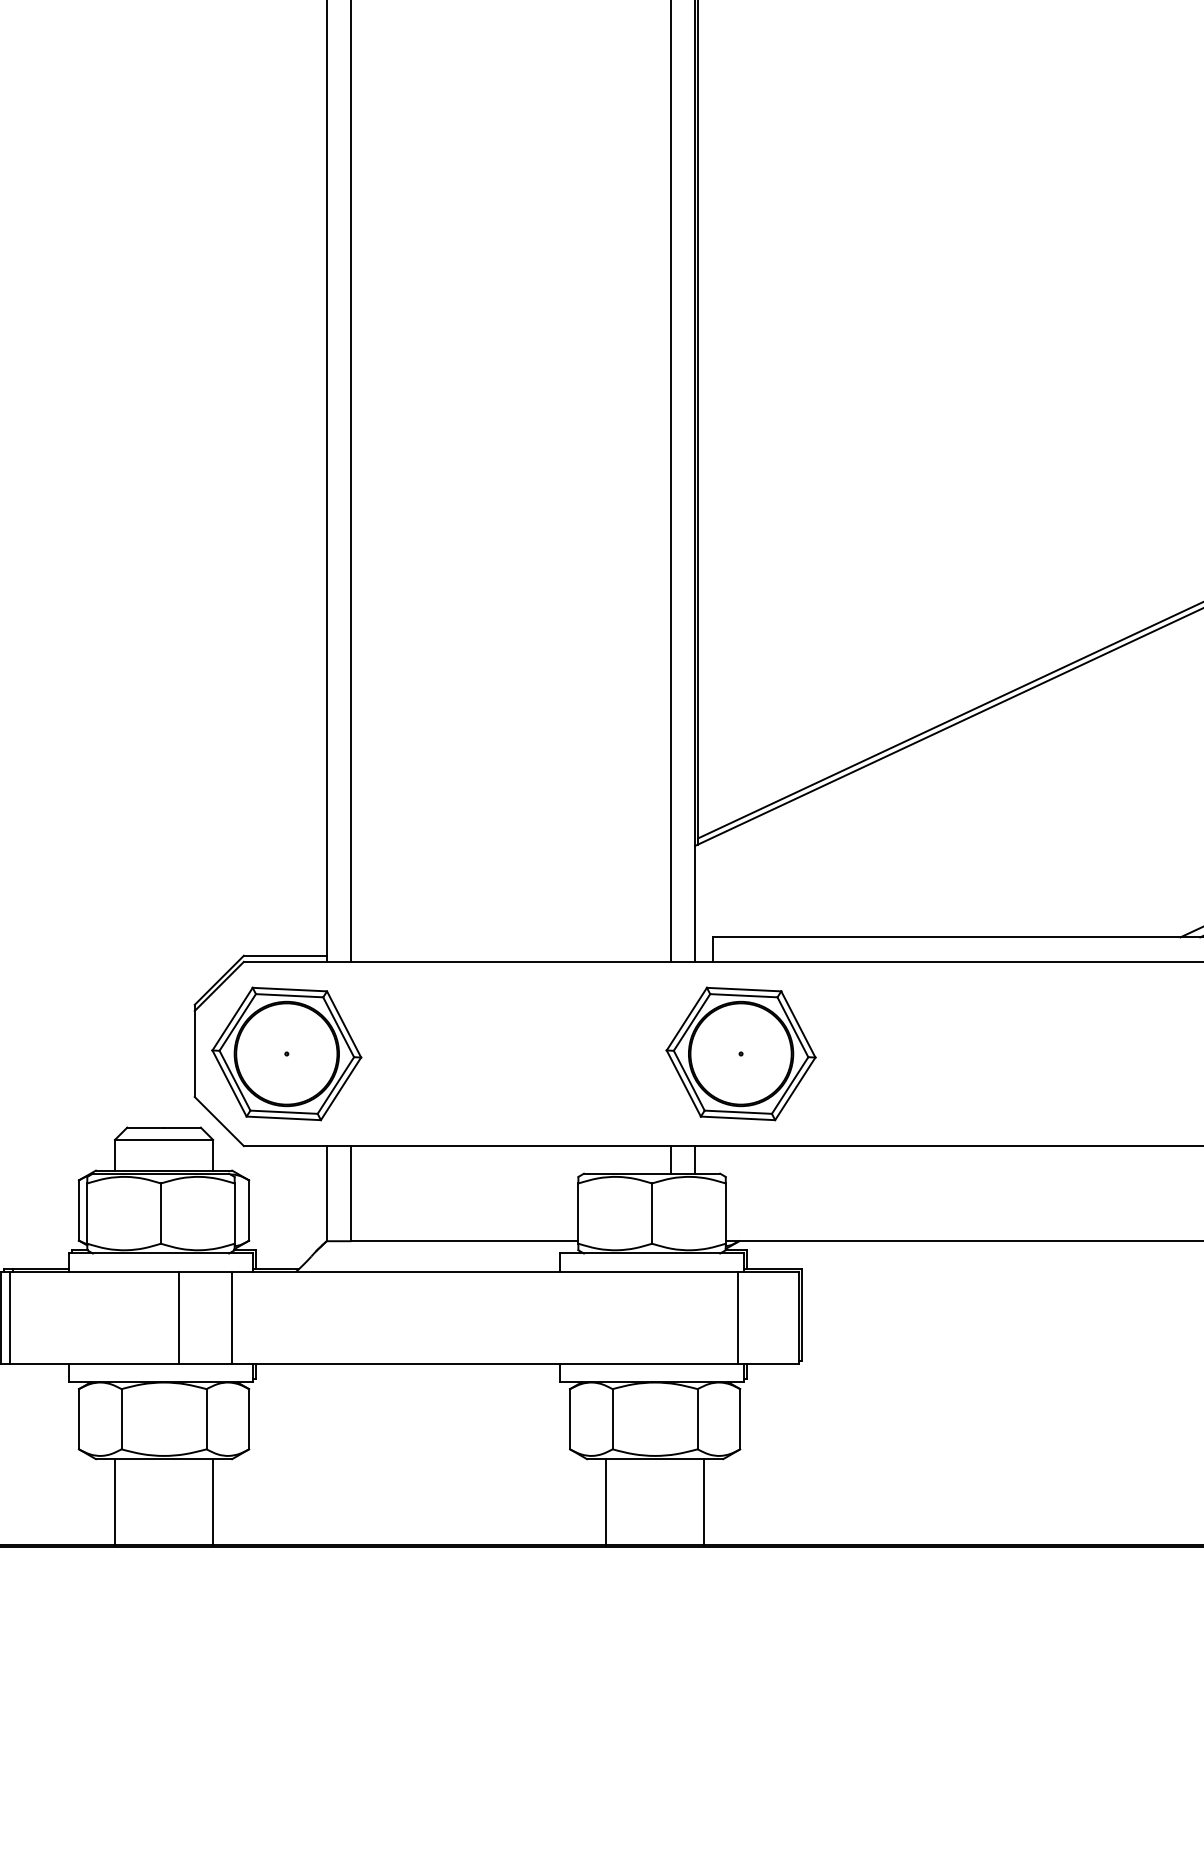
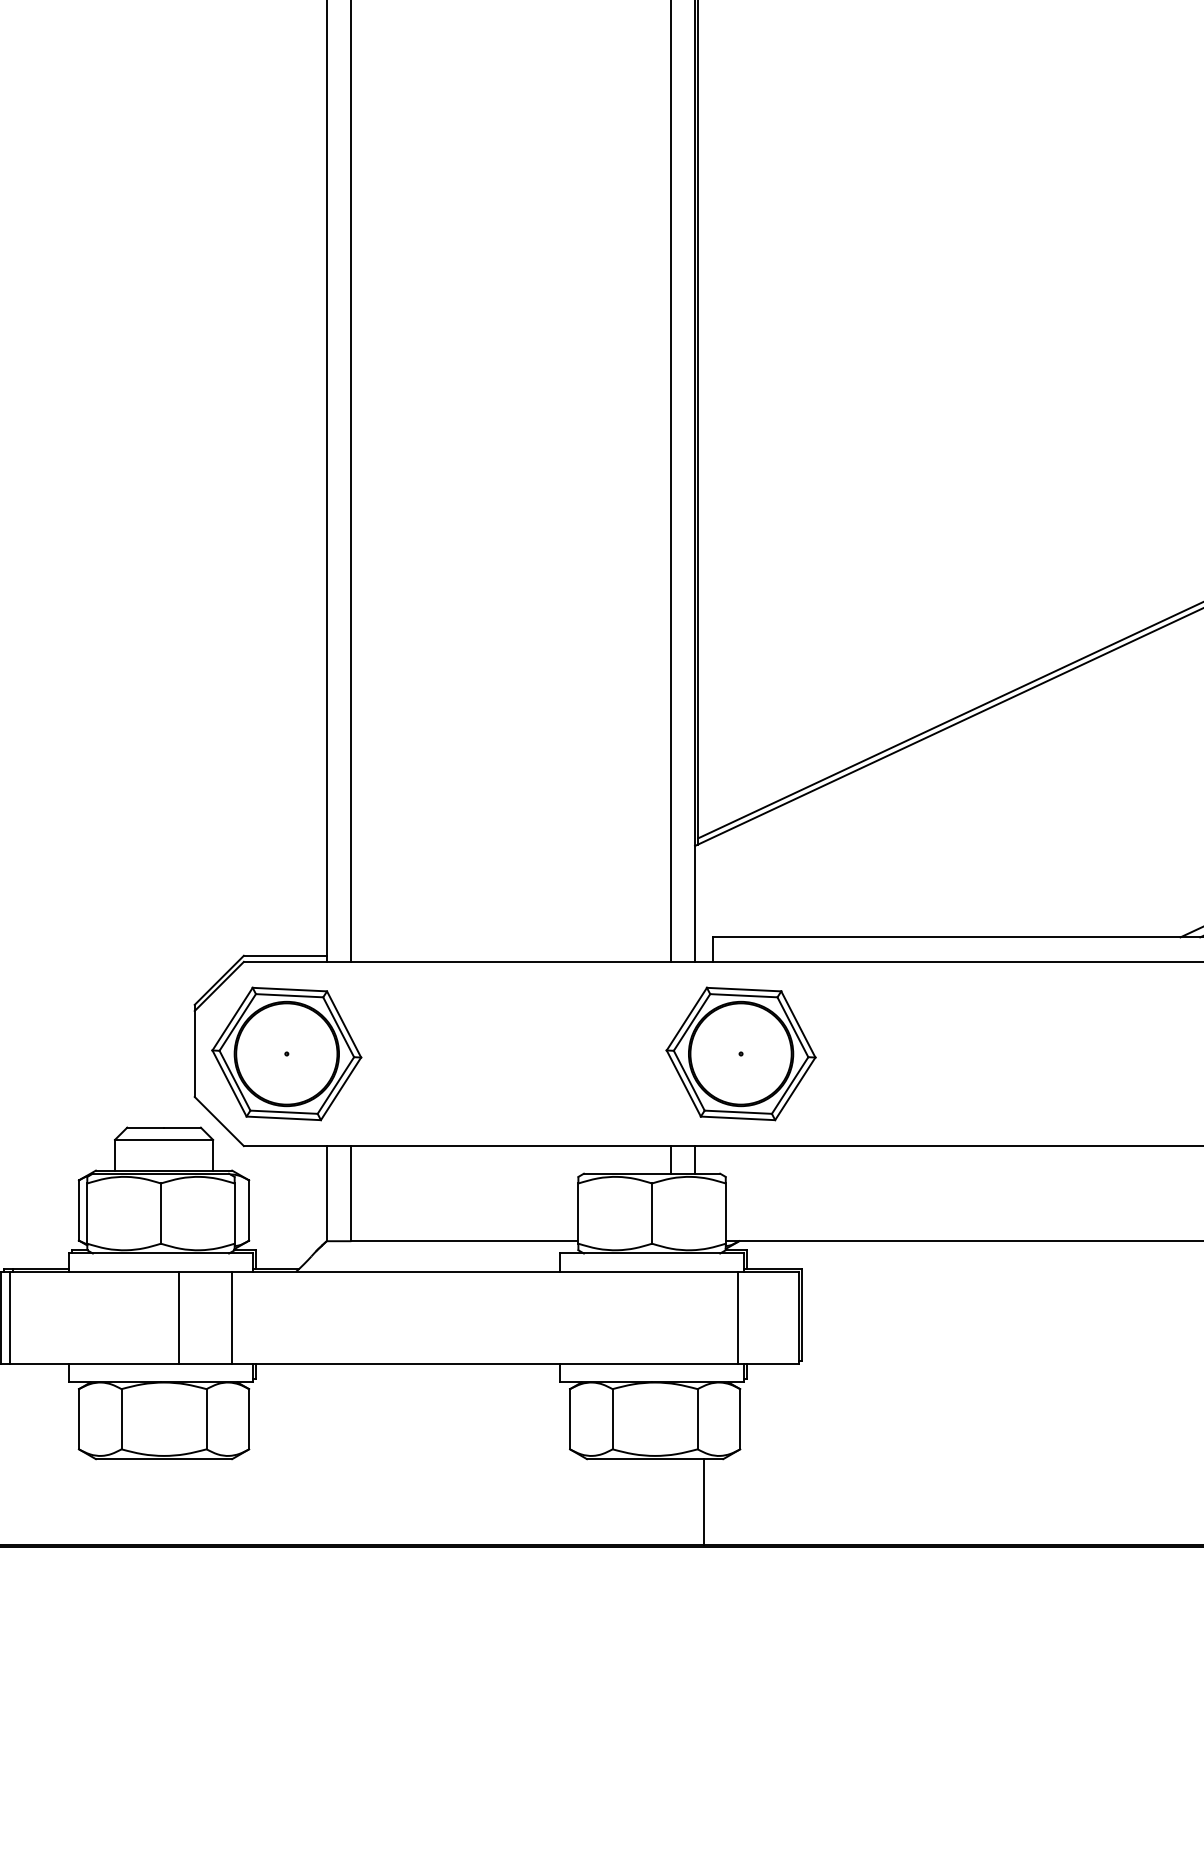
line at (114, 1502): present -> none
line at (213, 1502): present -> none
line at (606, 1502): present -> none
